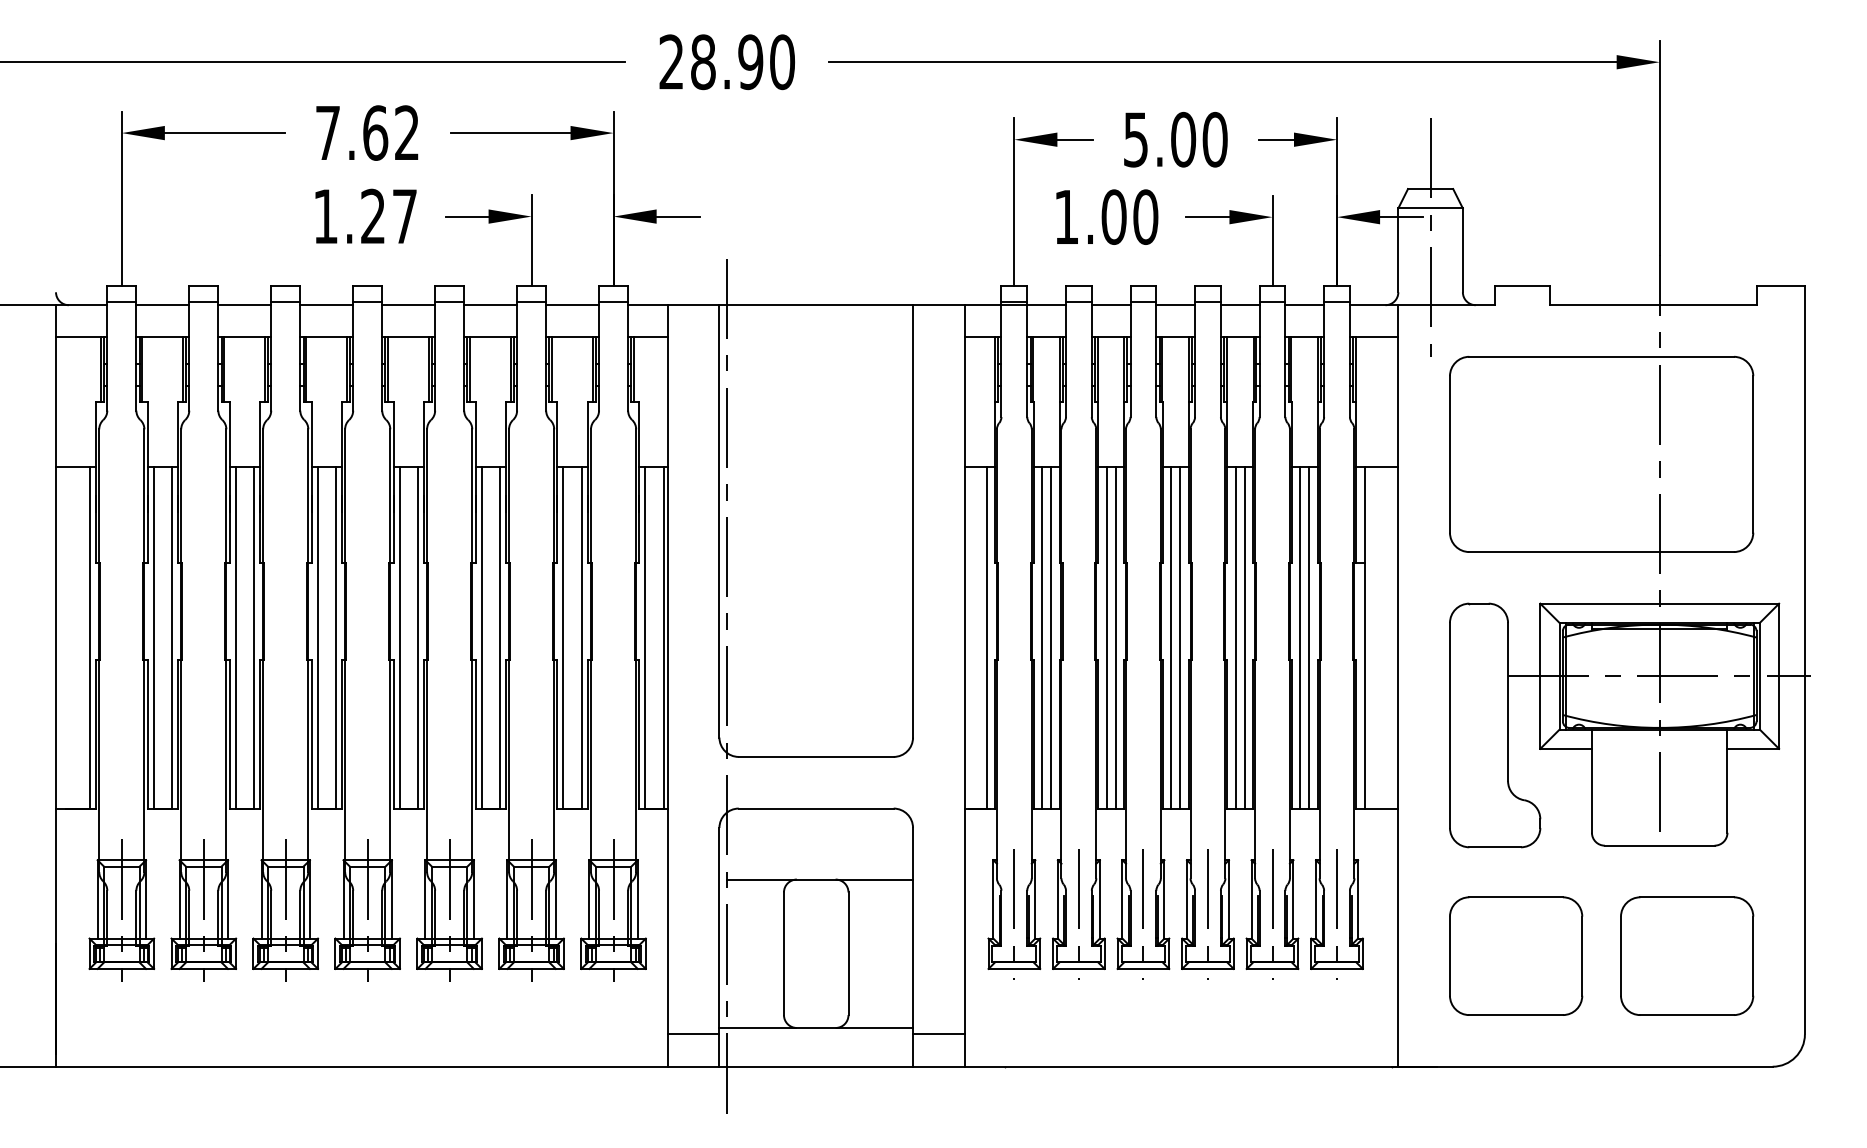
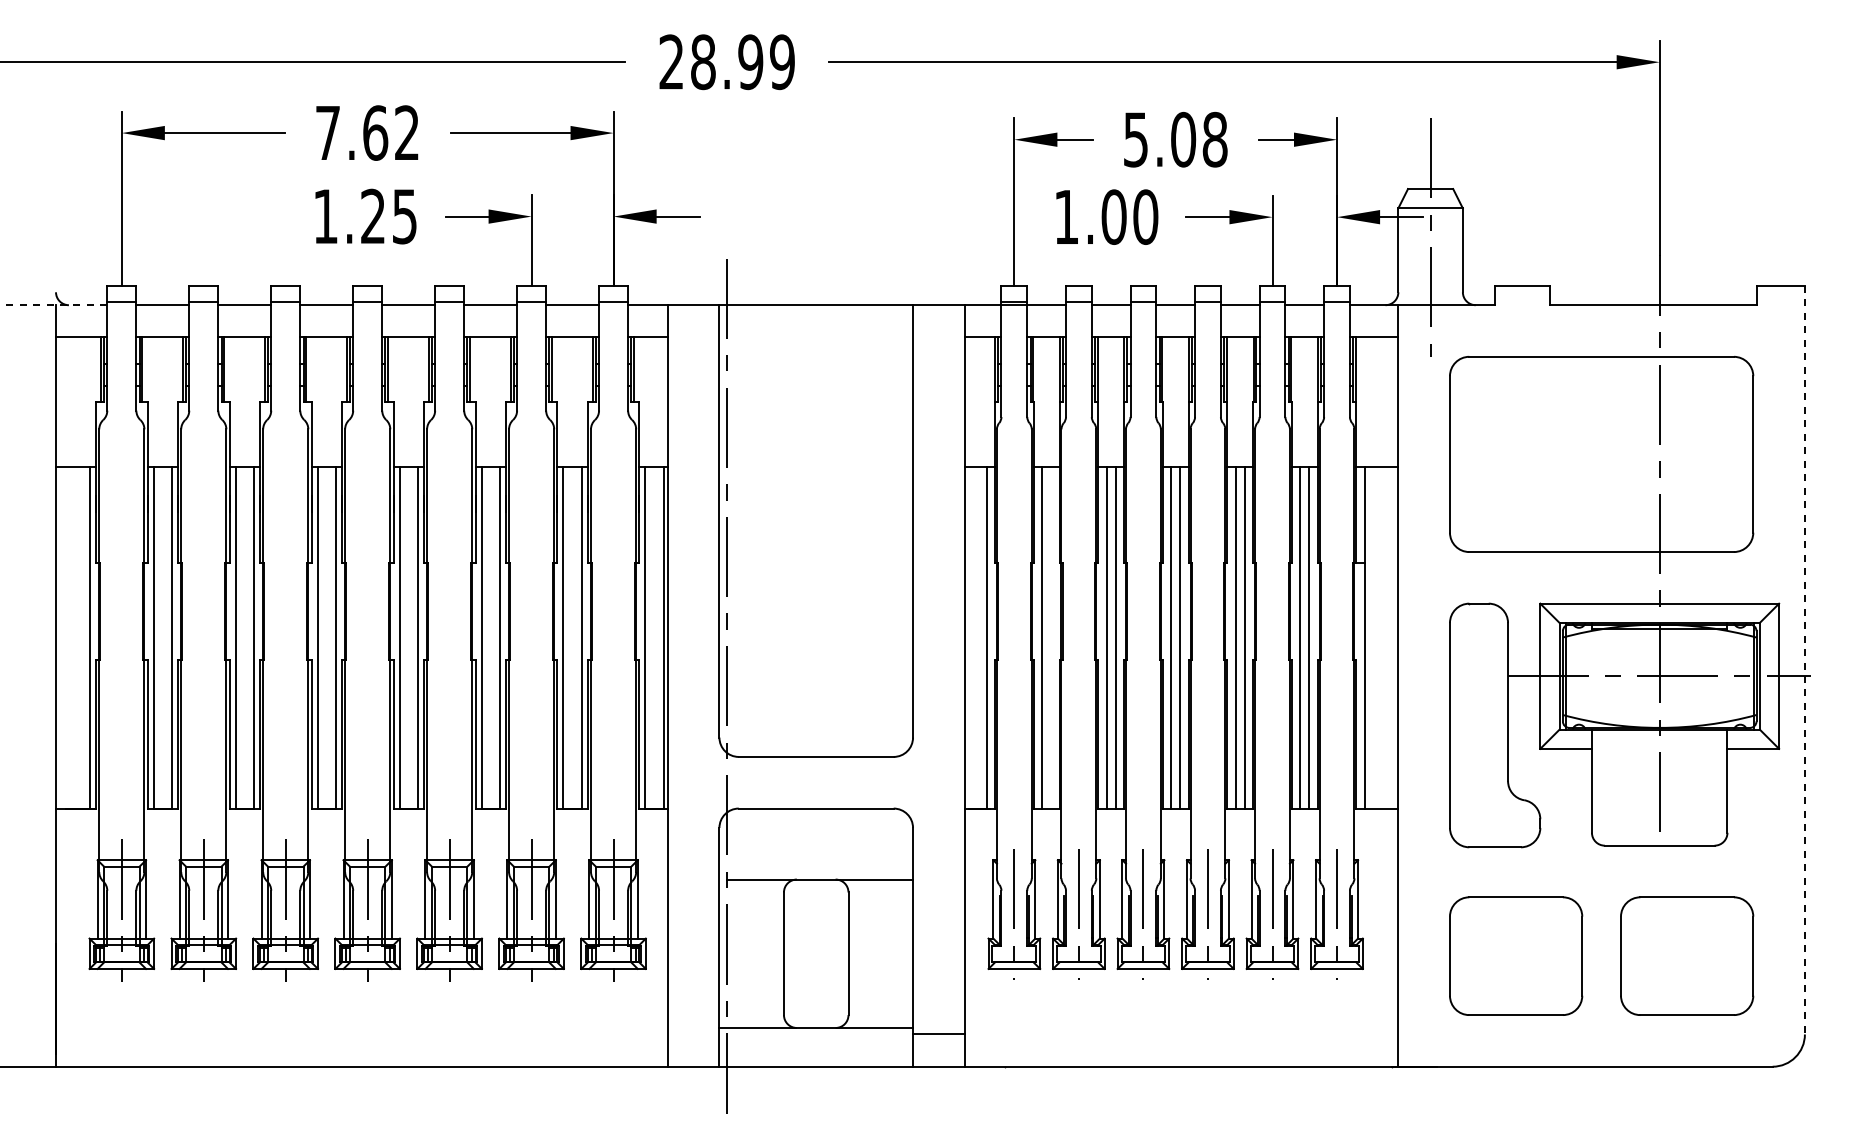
text at (782, 62): 28.90 -> 28.99
text at (1214, 139): 5.00 -> 5.08
text at (404, 216): 1.27 -> 1.25
line at (53, 305): solid -> dashed
line at (1051, 637): present -> none
line at (1804, 660): solid -> dashed
line at (693, 1034): present -> none
